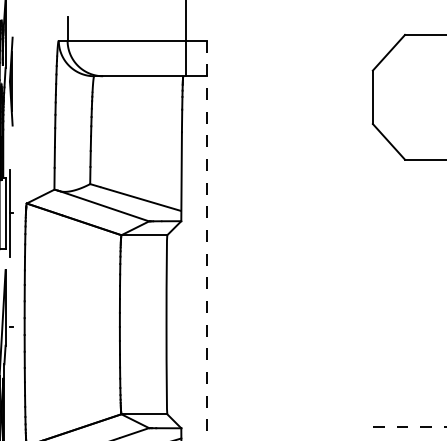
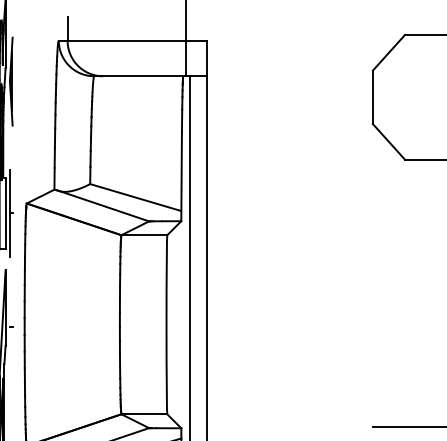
line at (207, 240): dashed -> solid
line at (189, 256): none -> present
line at (409, 427): dashed -> solid
